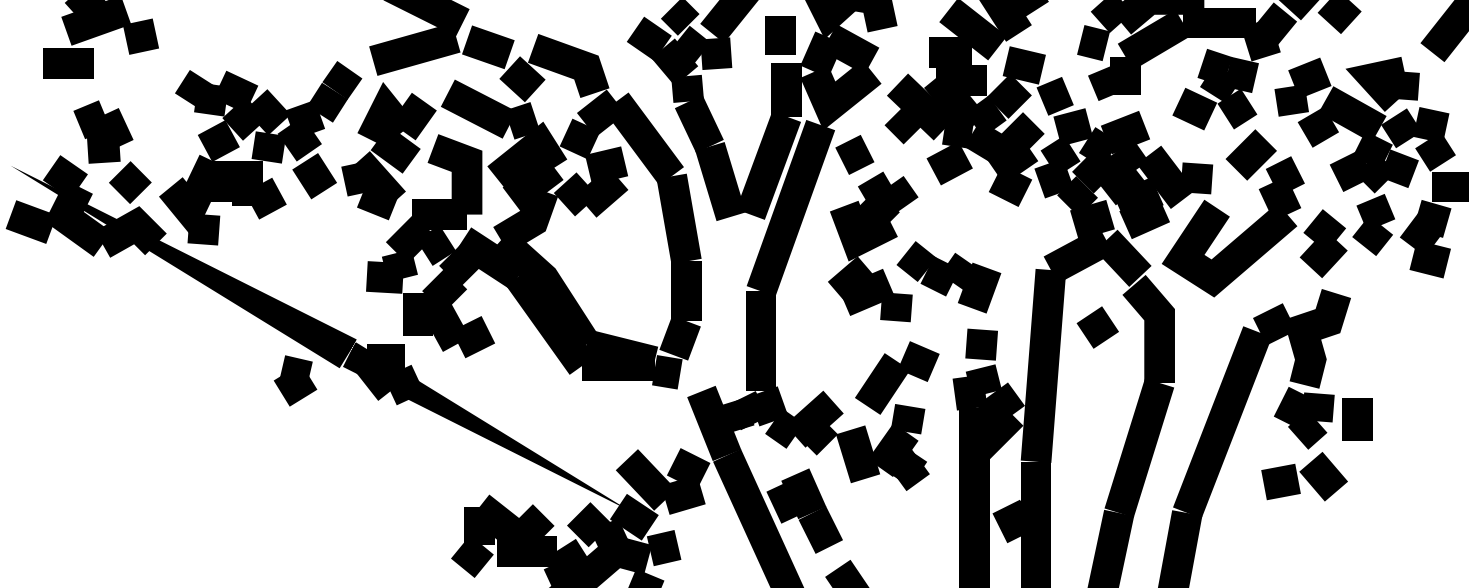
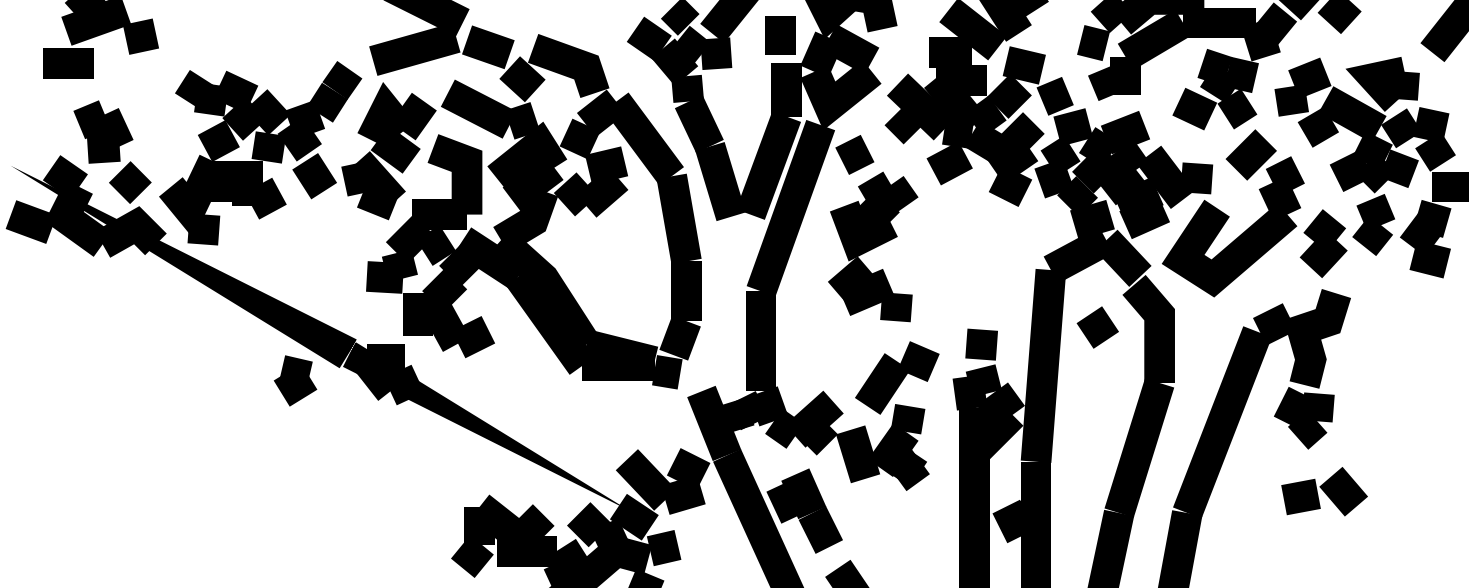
part at (948, 277): present -> none
line at (1357, 419): present -> none
part at (1304, 476) position: (1304, 476) -> (1324, 491)
